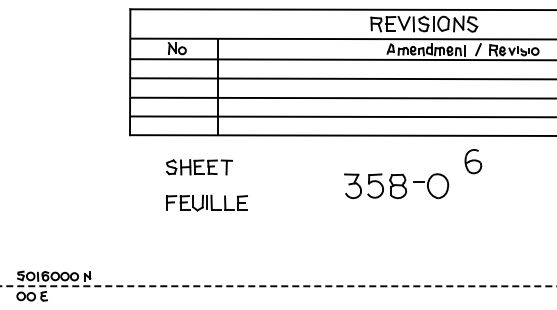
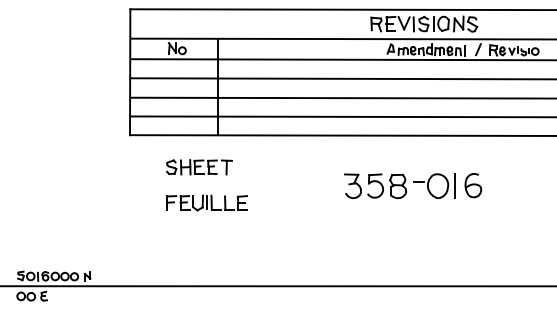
part at (473, 161) position: (473, 161) -> (473, 185)
line at (455, 185): none -> present
line at (278, 286): dashed -> solid
